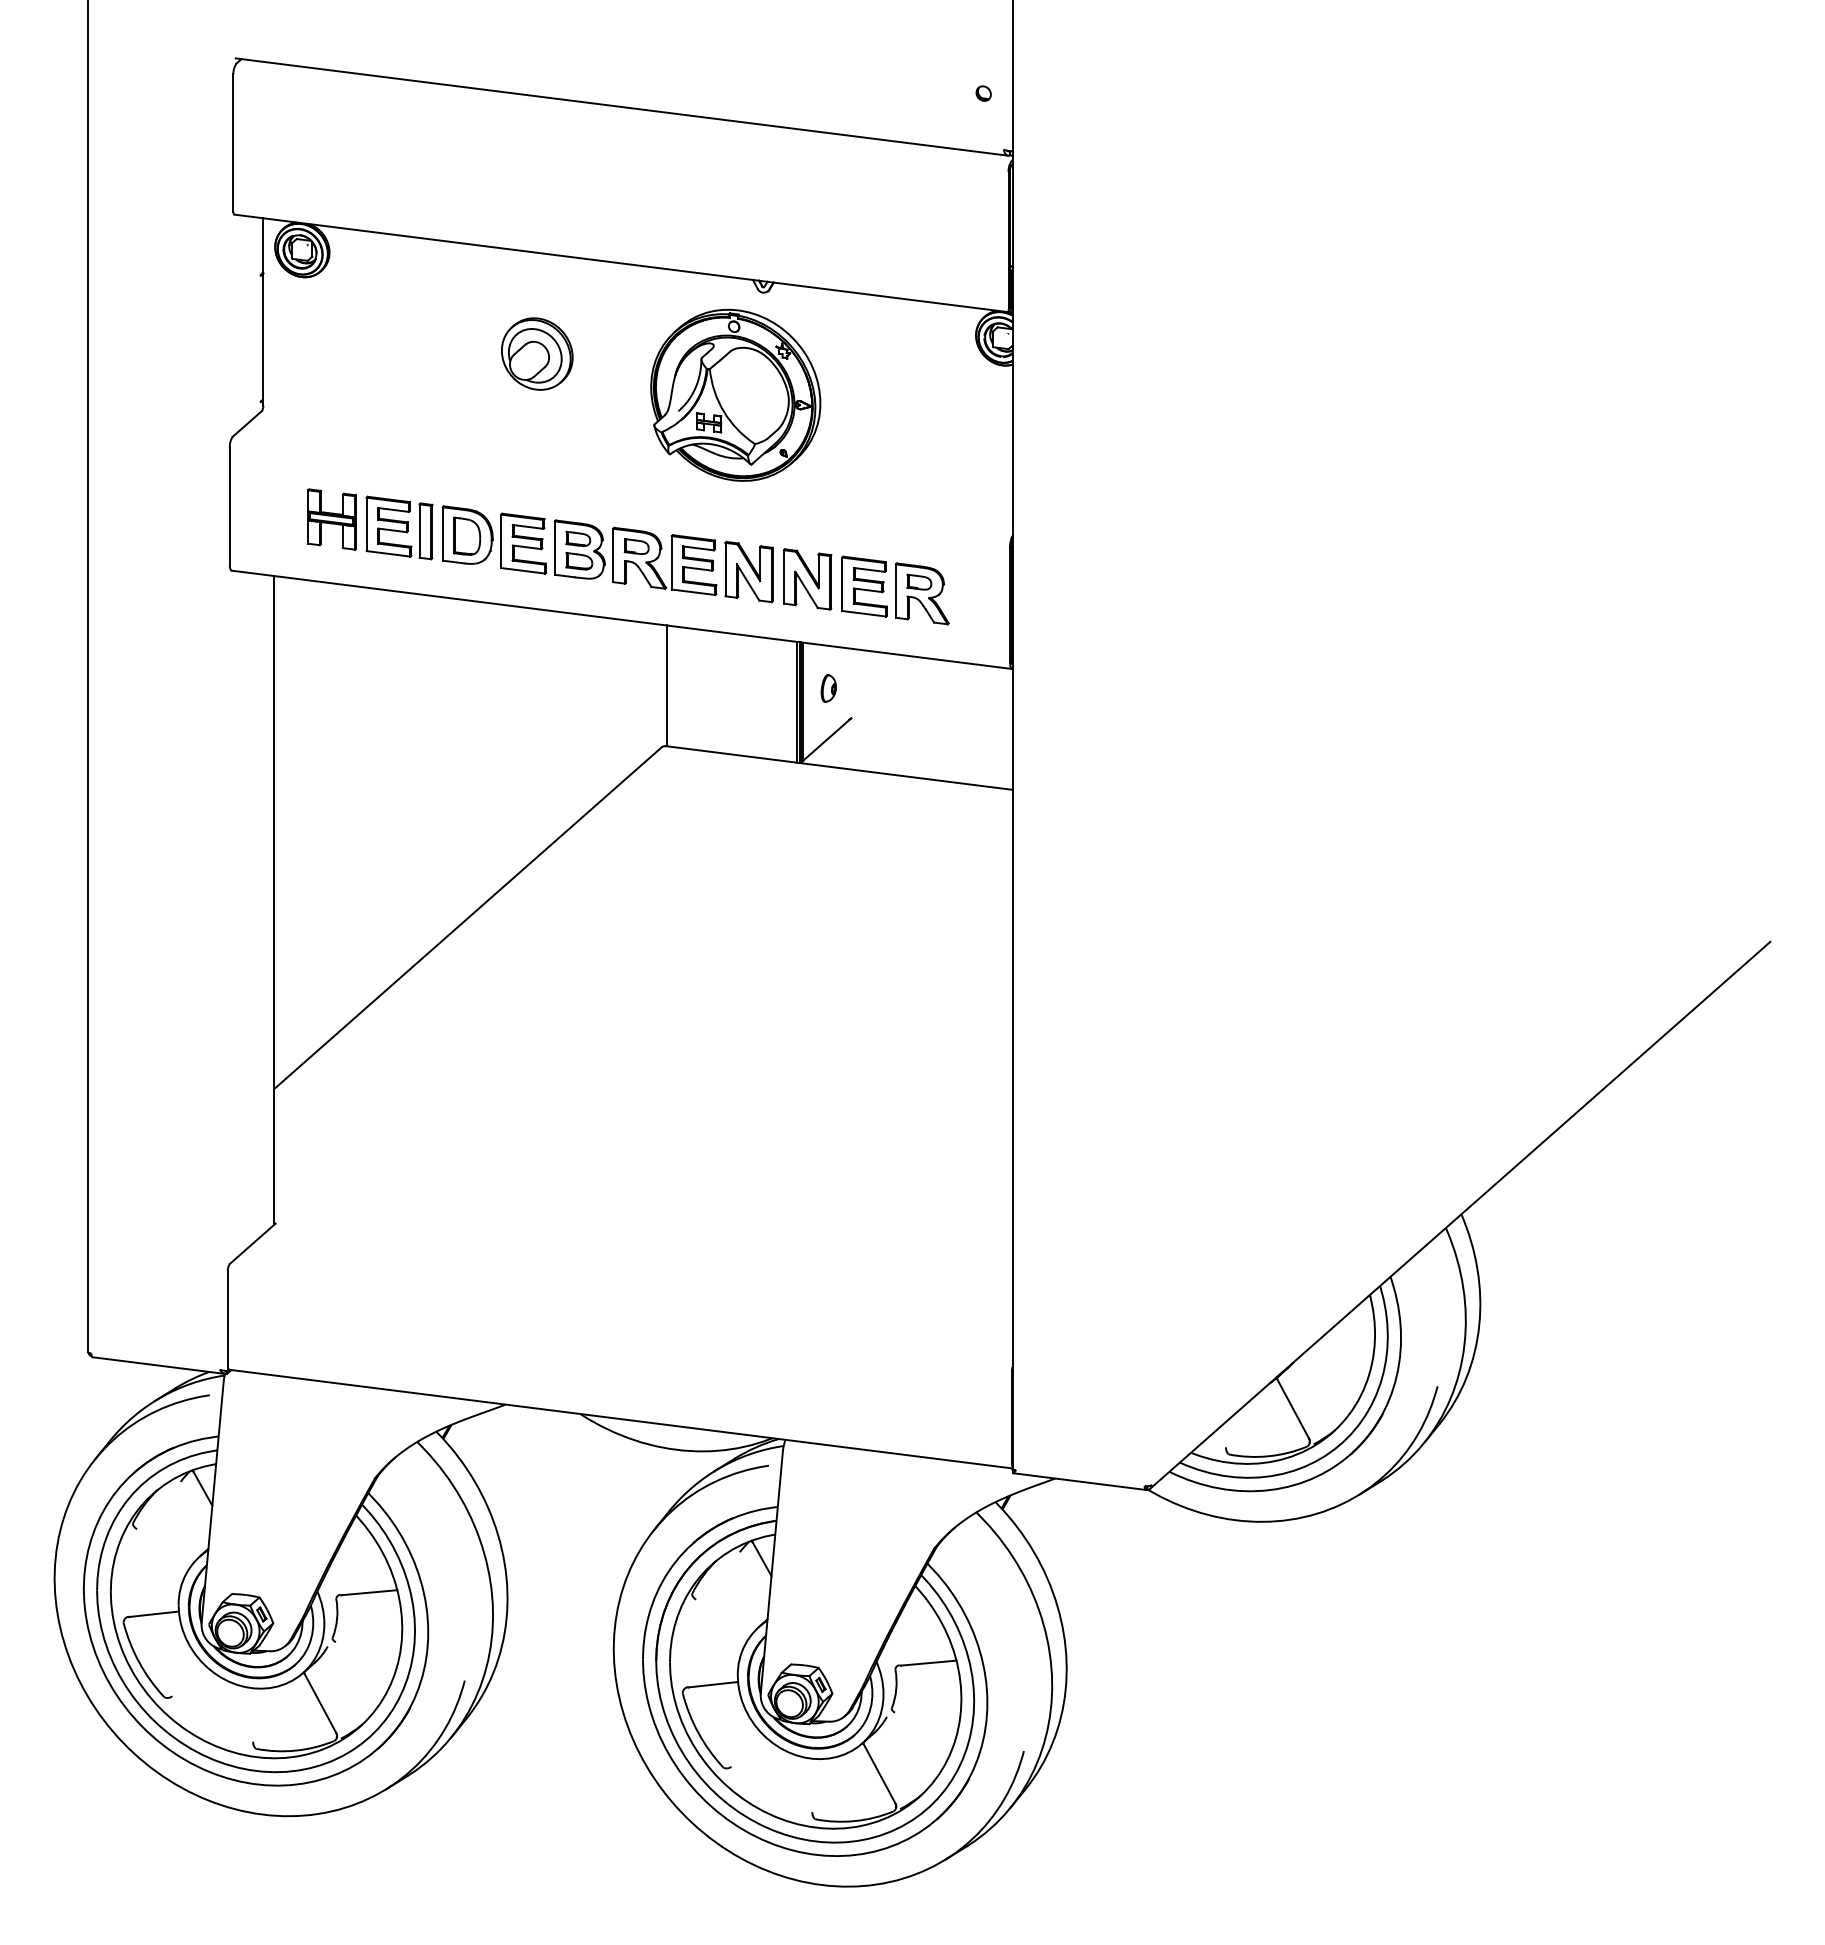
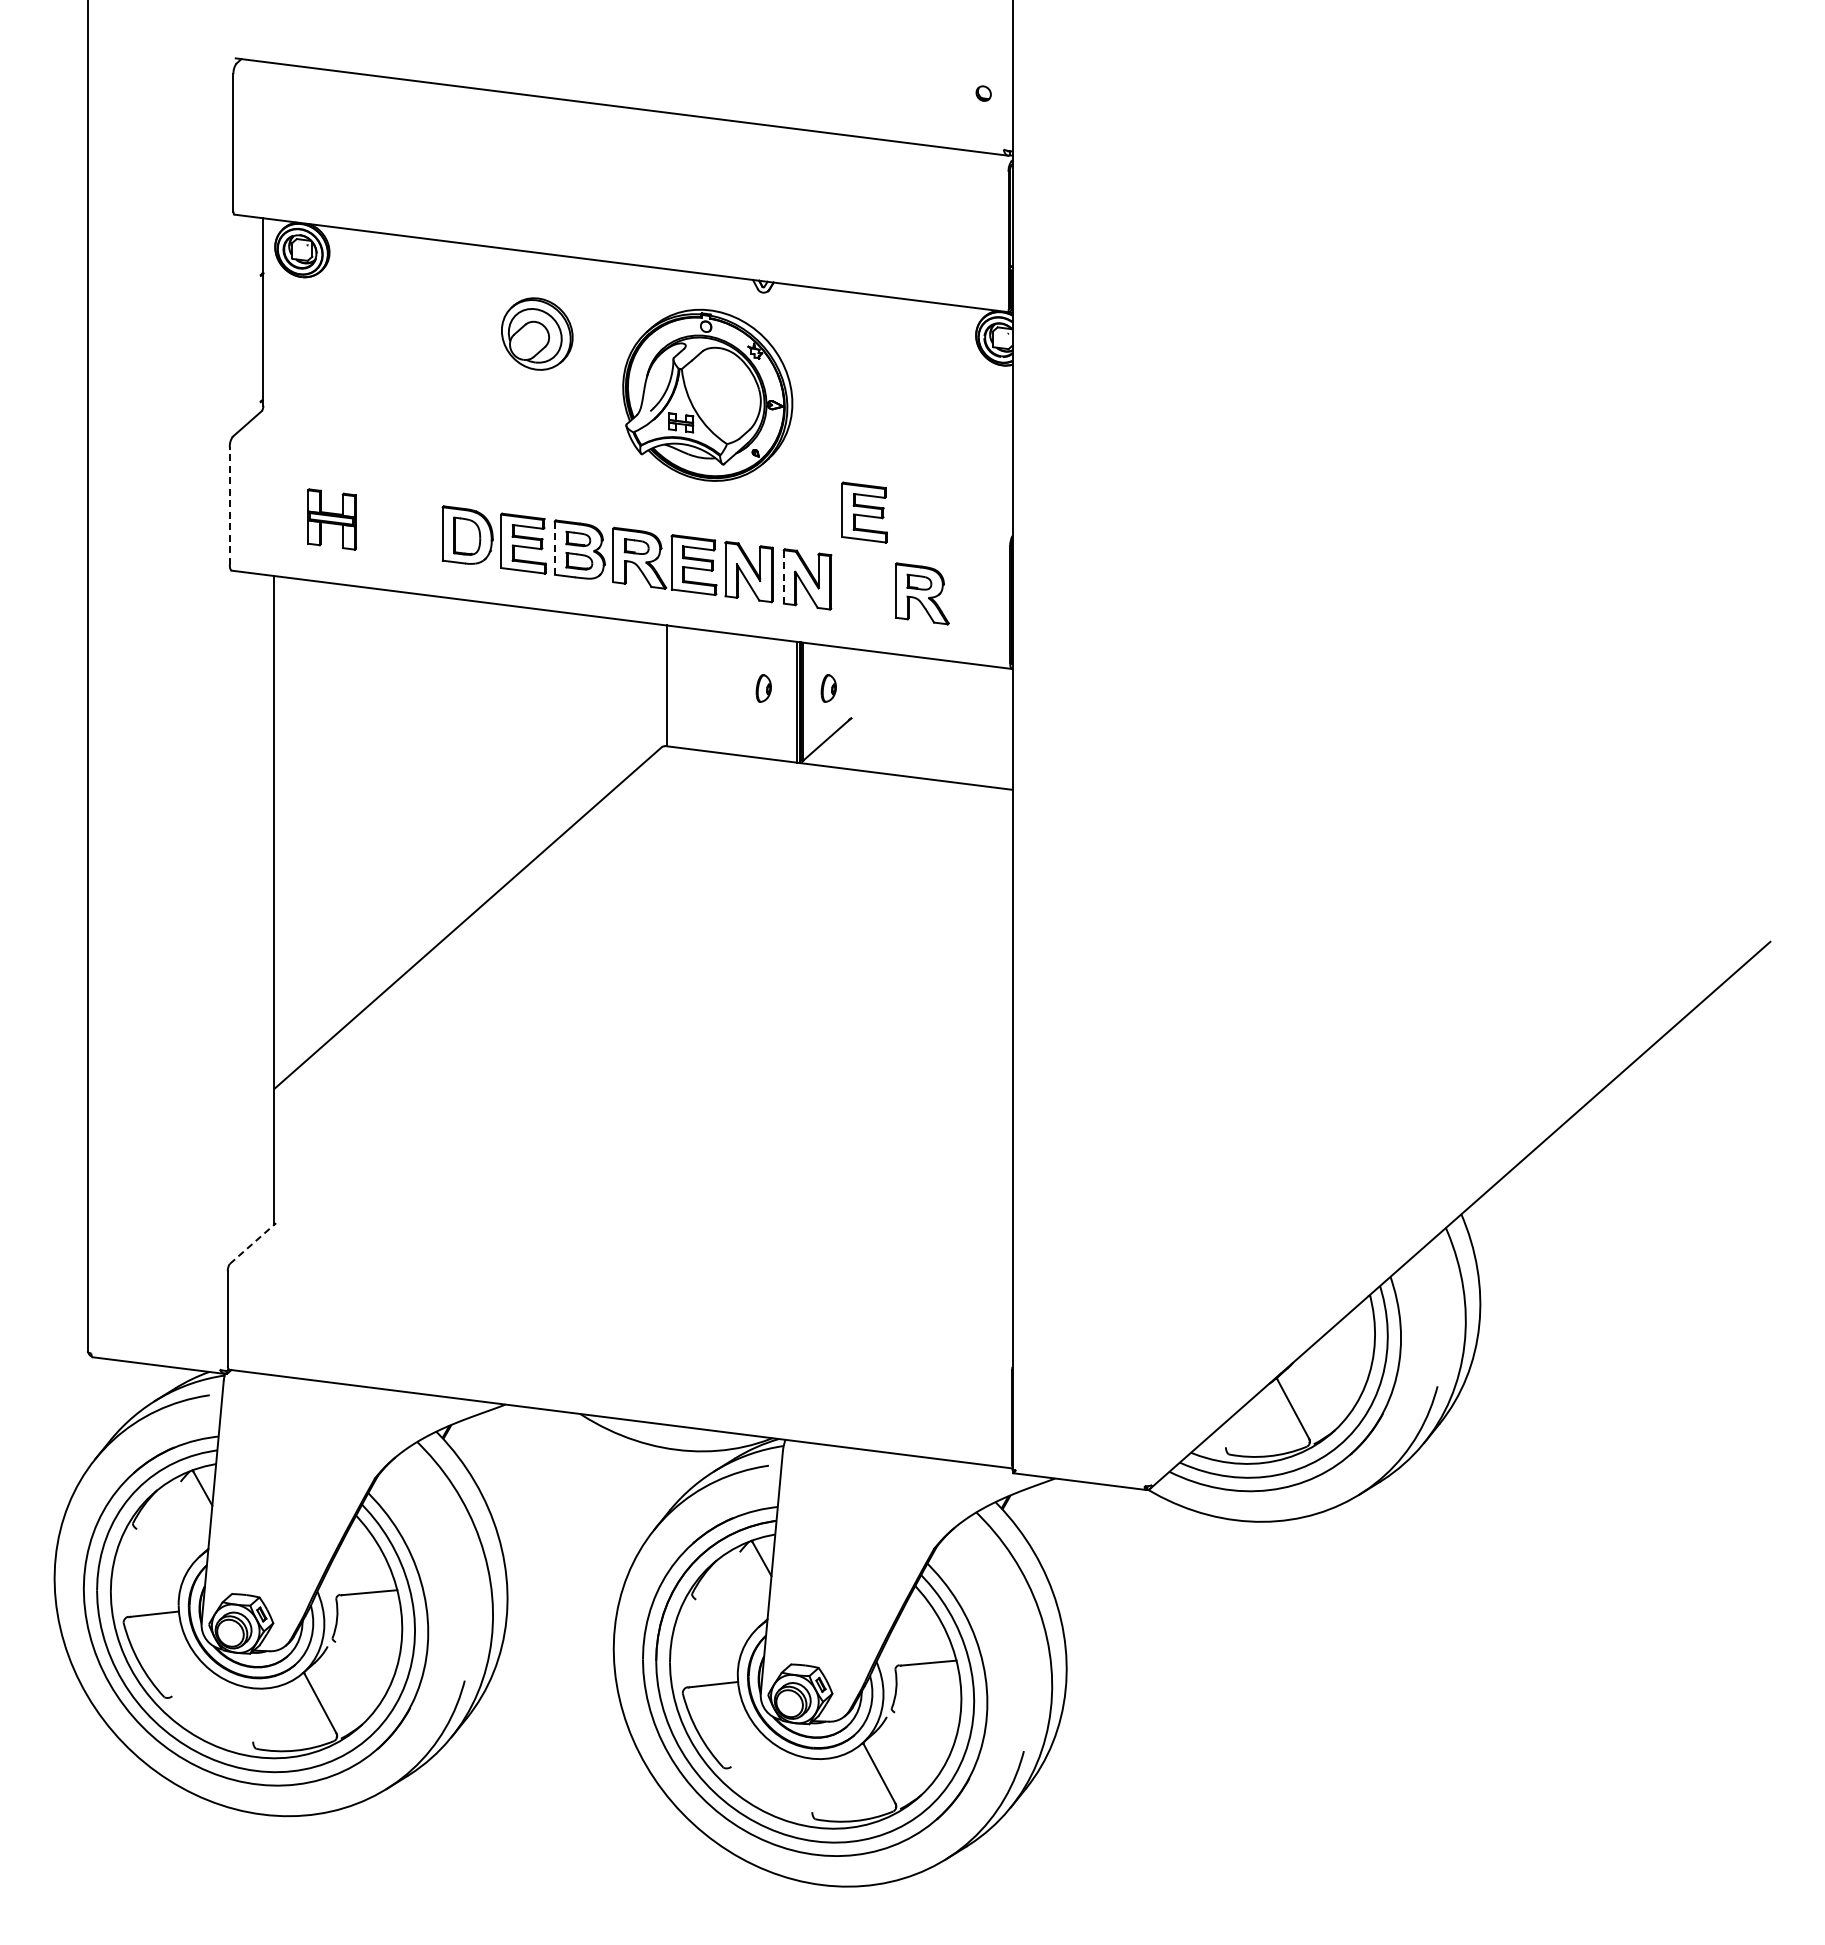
part at (537, 353) position: (537, 353) -> (537, 333)
part at (735, 394) position: (735, 394) -> (707, 394)
line at (229, 506): solid -> dashed
part at (399, 527): present -> none
line at (554, 548): solid -> dashed
line at (783, 576): solid -> dashed
part at (864, 586) position: (864, 586) -> (864, 512)
part at (763, 688): none -> present
line at (252, 1243): solid -> dashed
